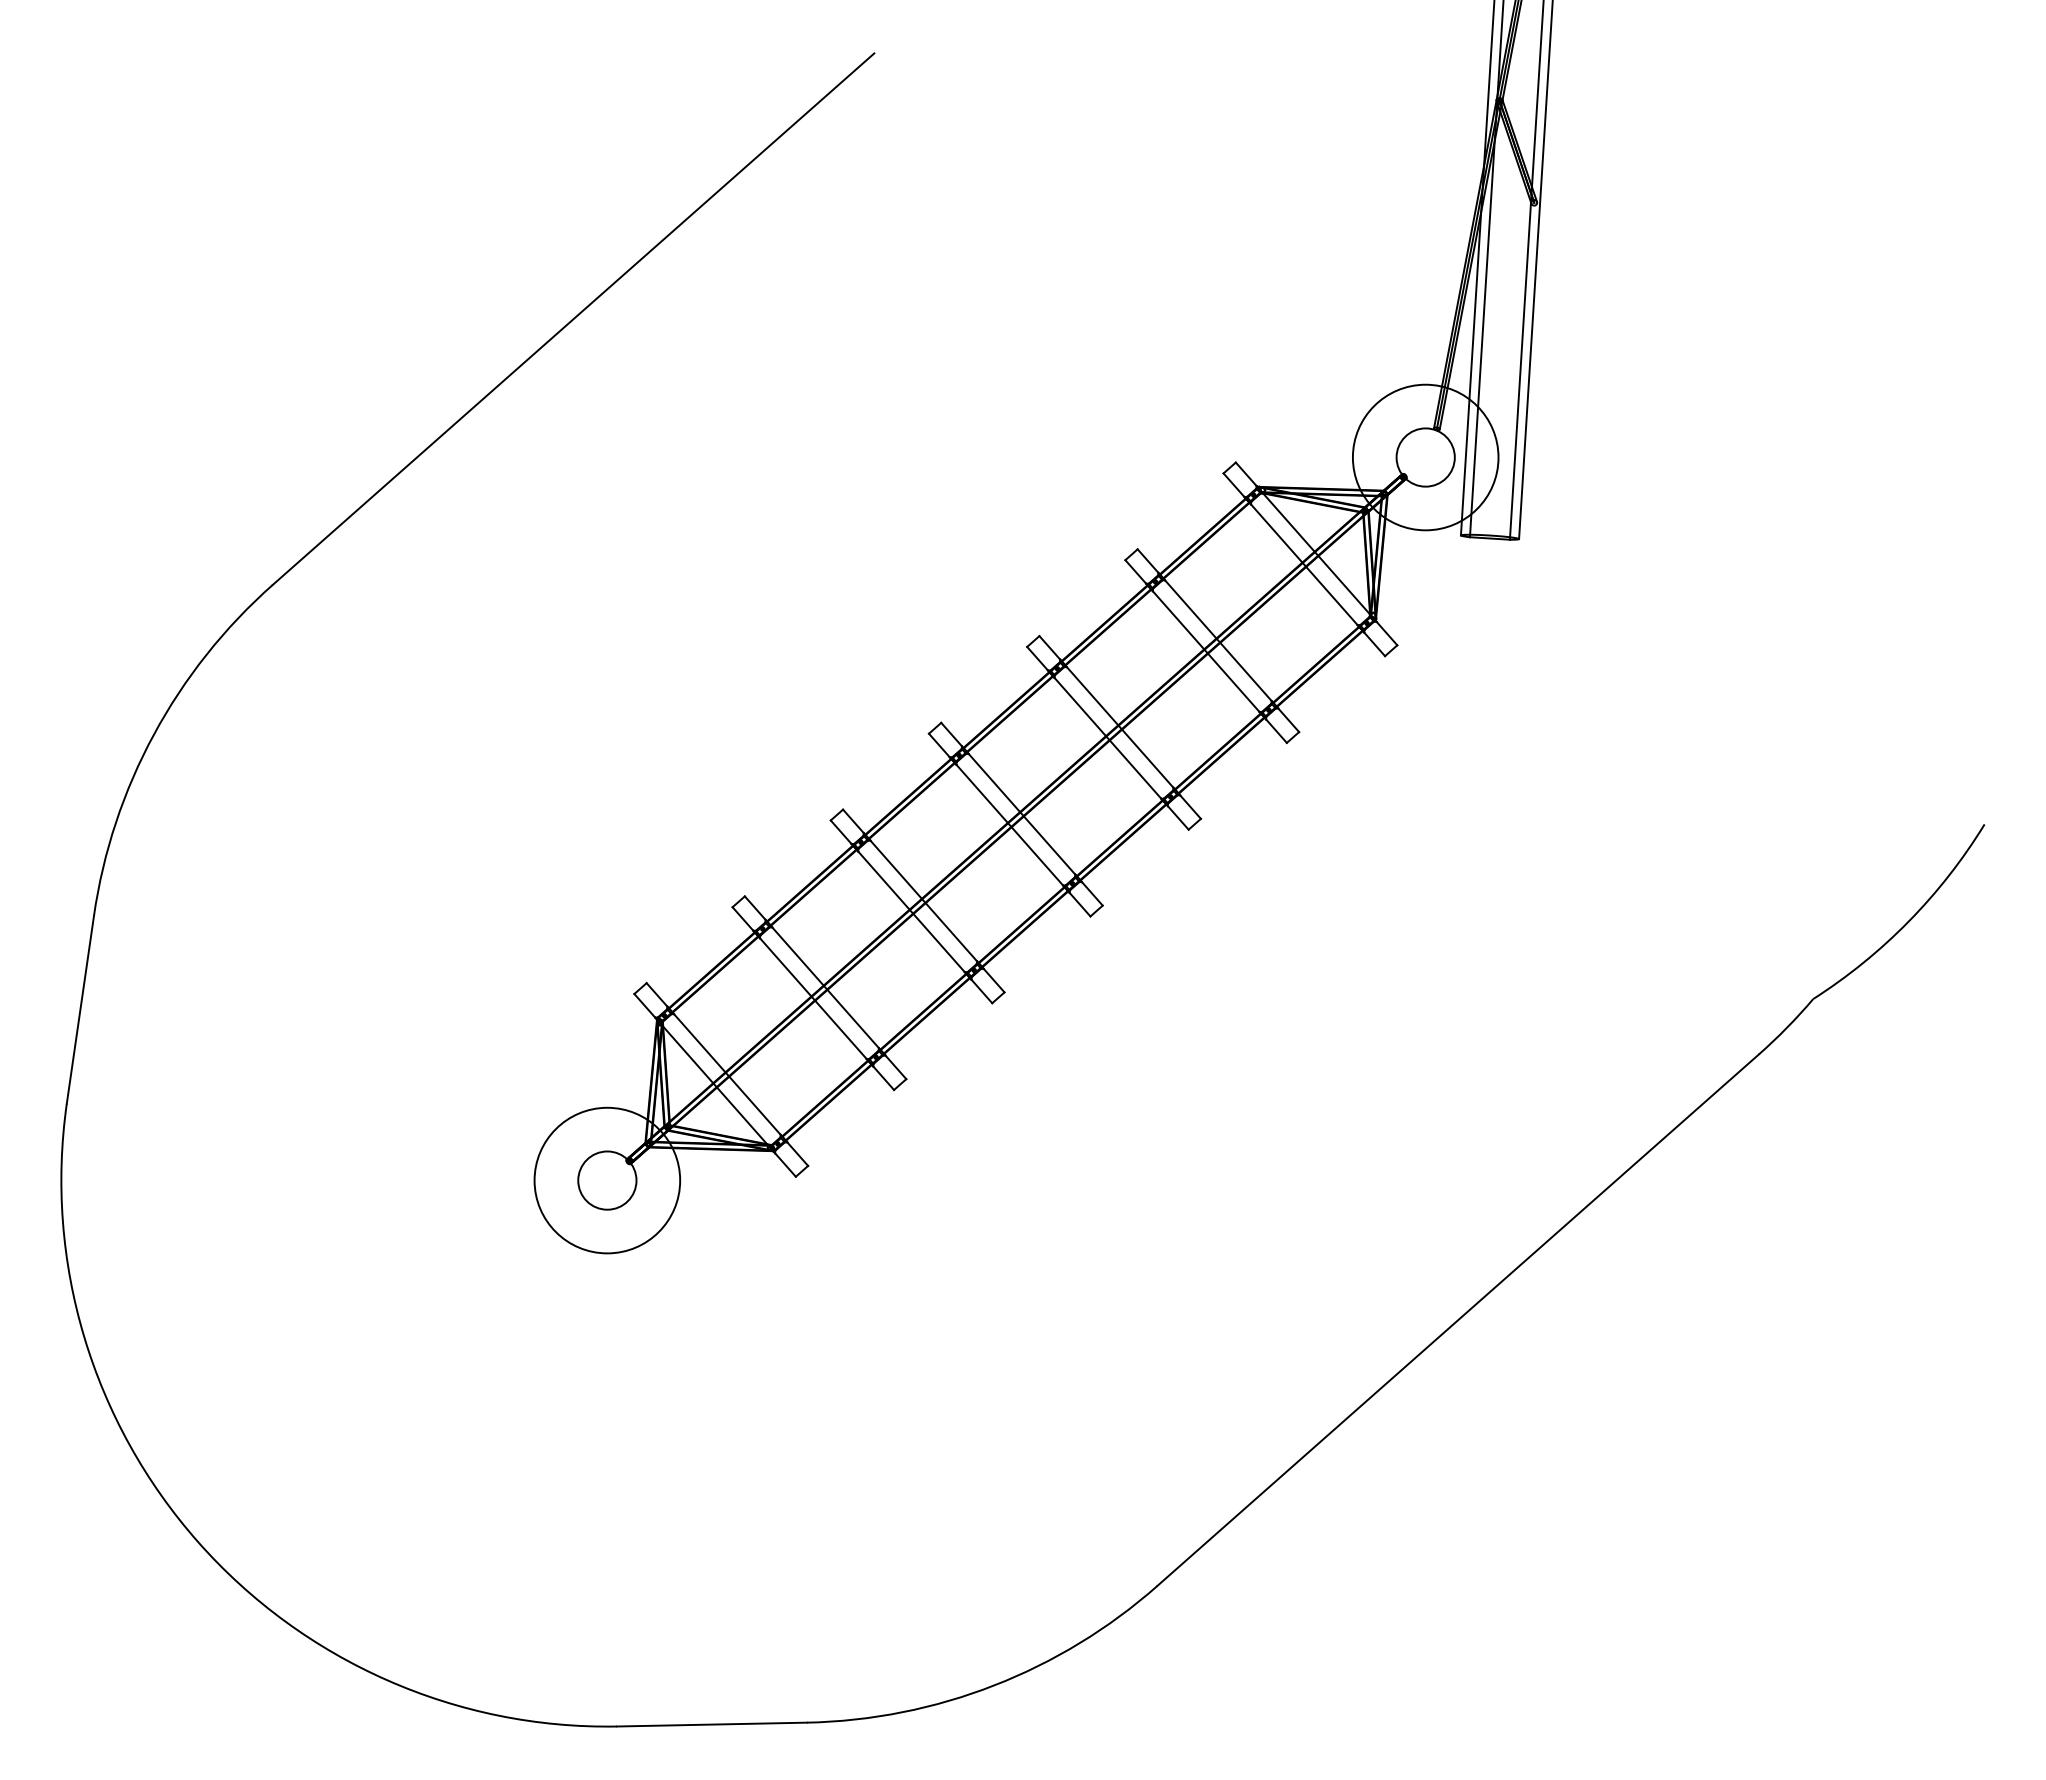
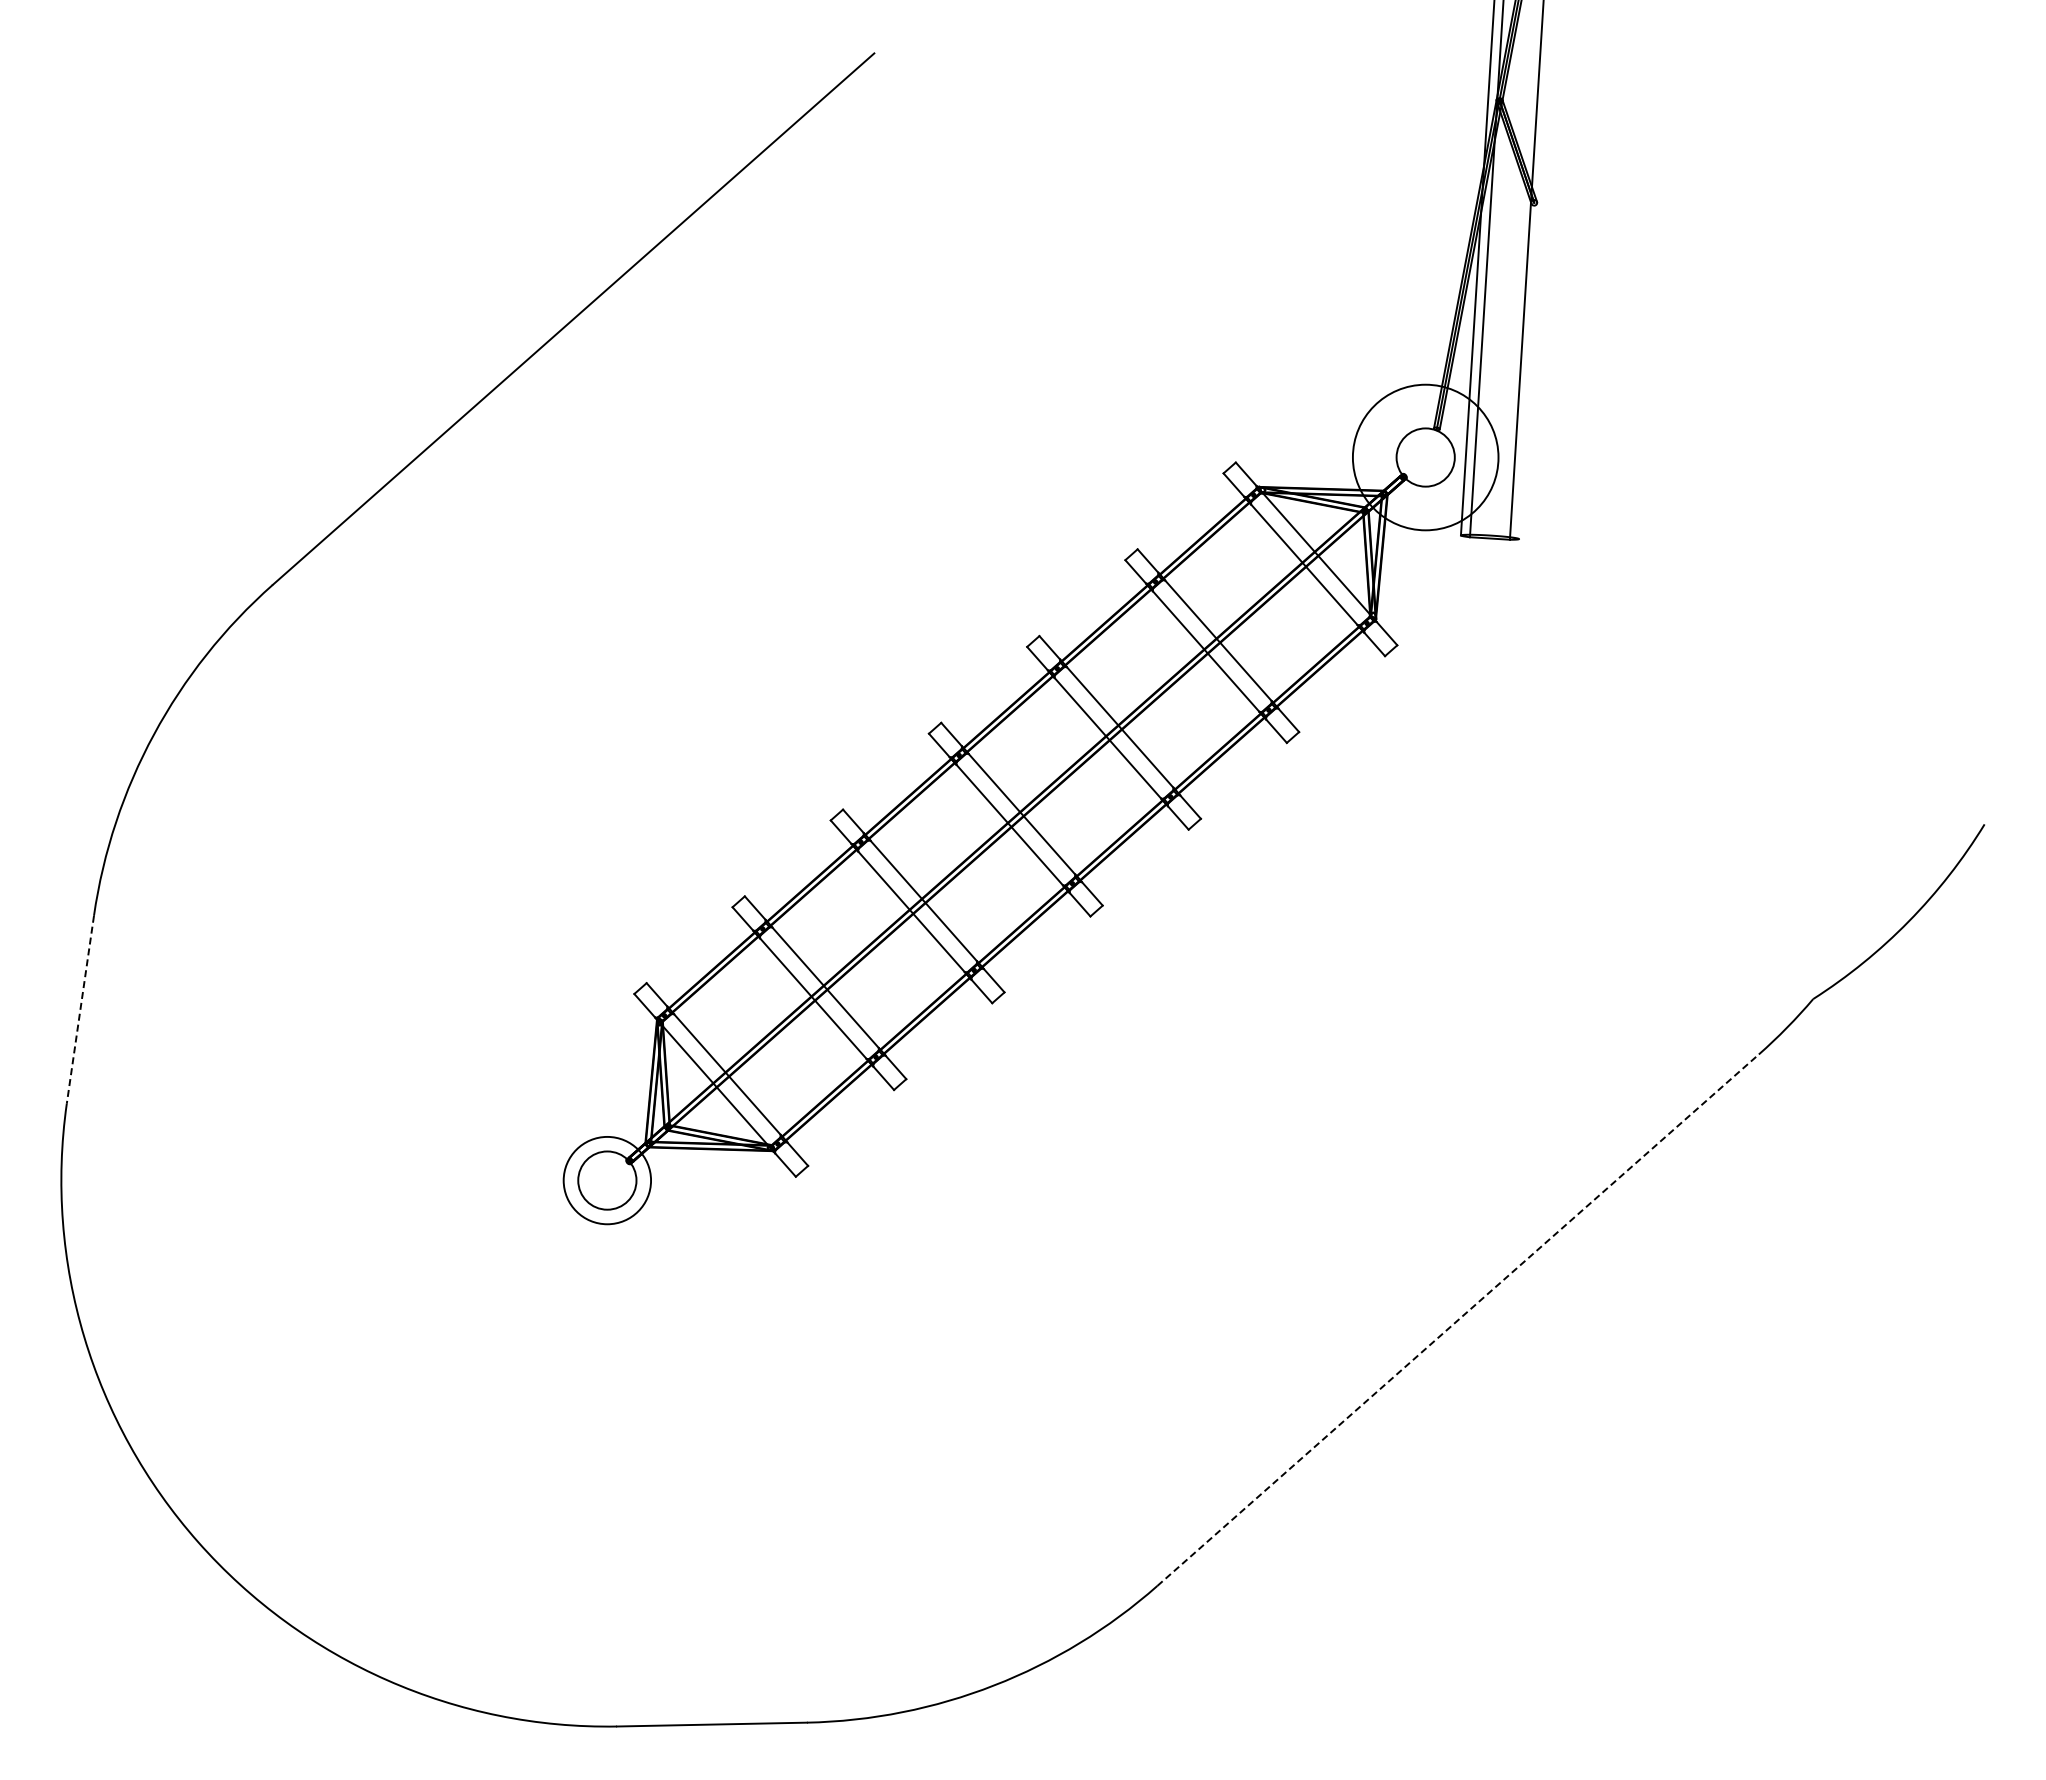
line at (1535, 270): present -> none
line at (80, 1009): solid -> dashed
circle at (607, 1180) diameter: 146 px -> 87 px
line at (1458, 1319): solid -> dashed
